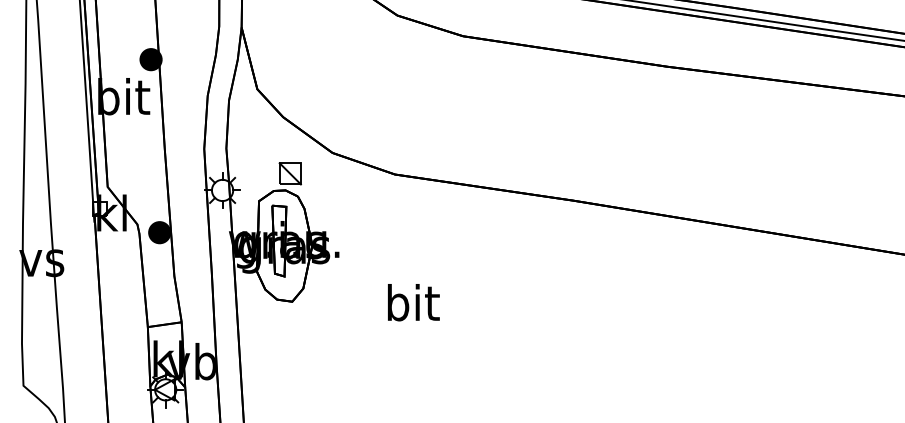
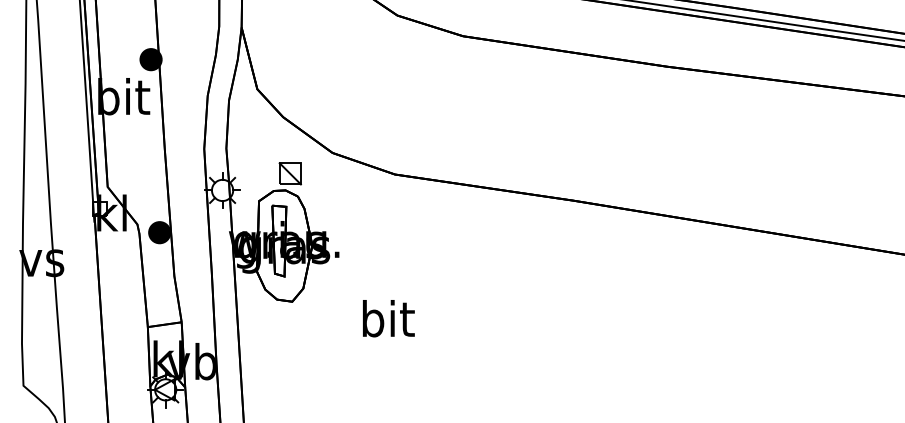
text at (413, 302) position: (413, 302) -> (388, 318)
